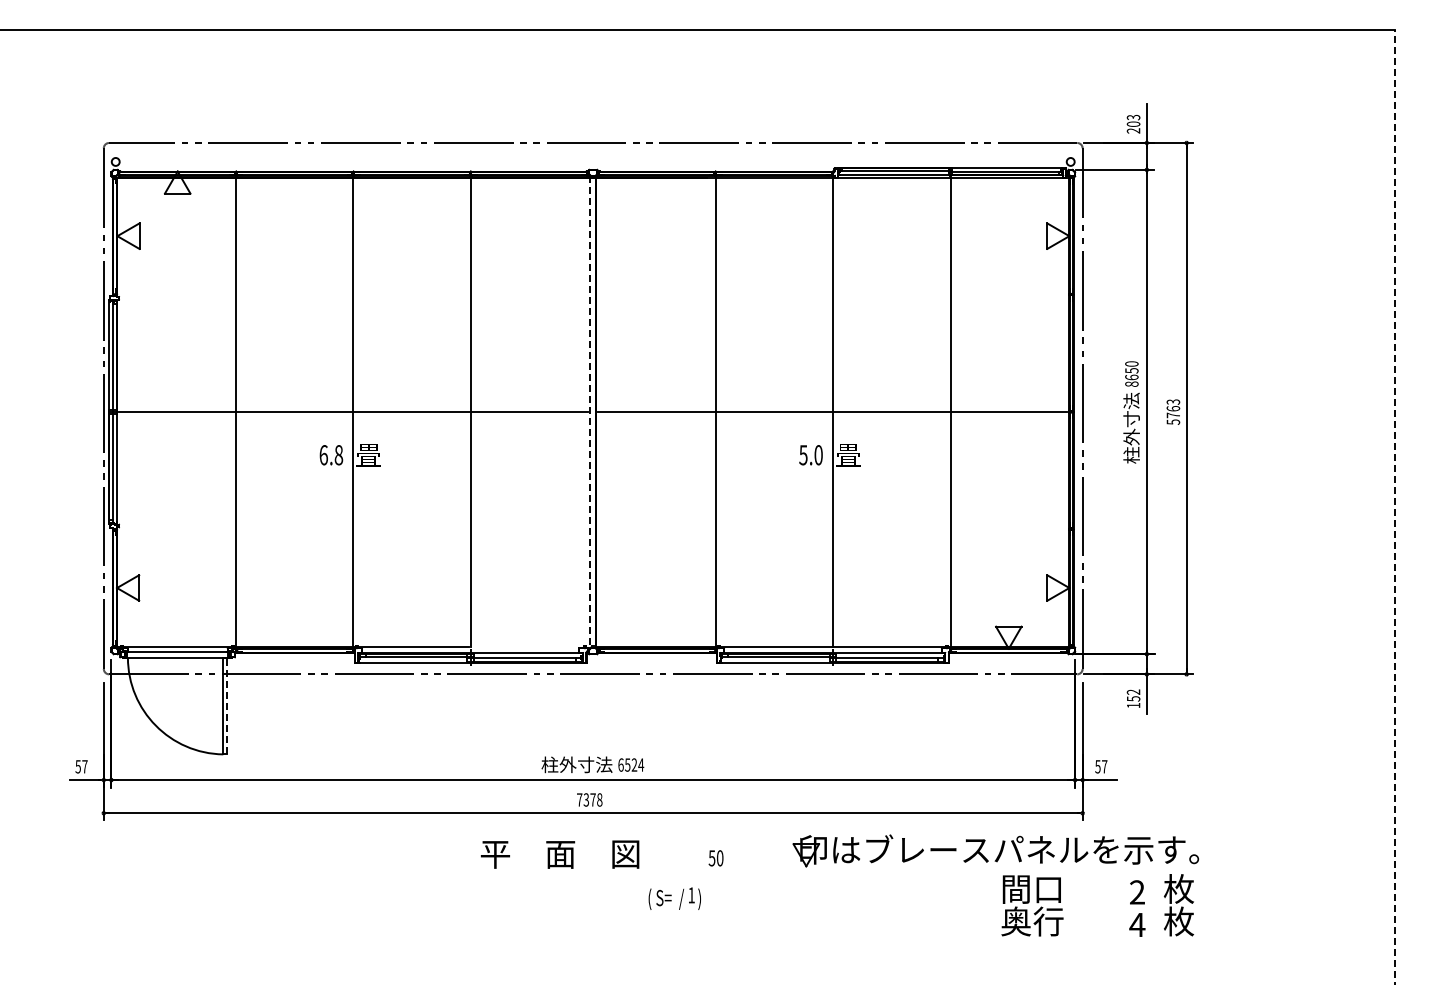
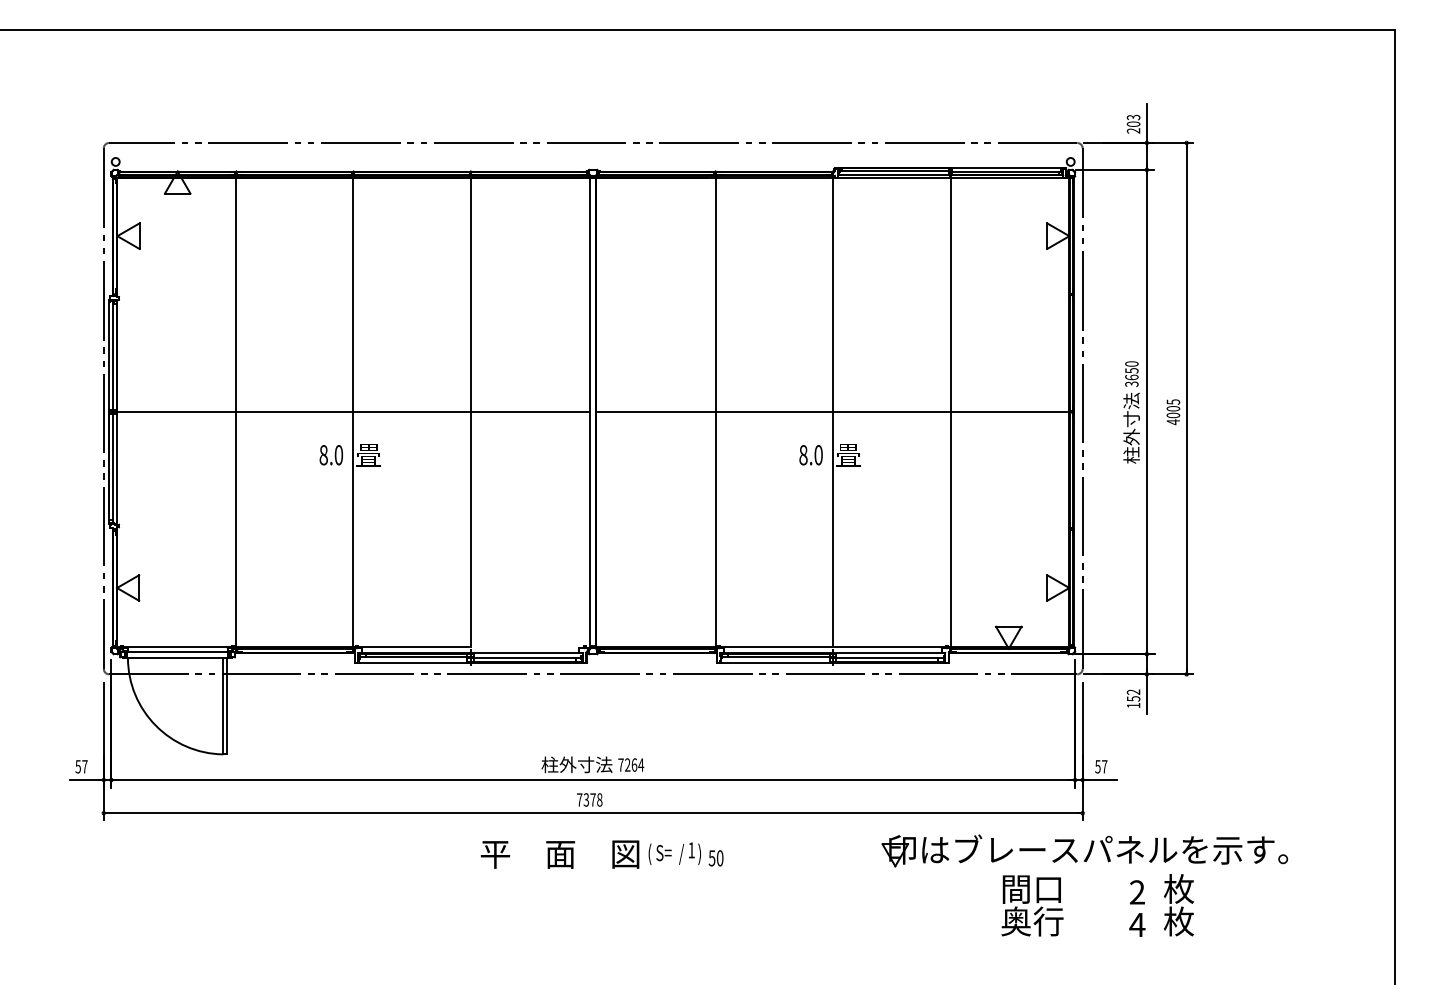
text at (1131, 383): 8650 -> 3650
line at (590, 412): dashed -> solid
text at (1173, 412): 5763 -> 4005
text at (331, 455): 6.8 -> 8.0
text at (803, 455): 5.0 -> 8.0
line at (1394, 506): dashed -> solid
line at (227, 705): dashed -> solid
text at (627, 764): 6524 -> 7264
part at (995, 850) position: (995, 850) -> (1084, 850)
text at (674, 898) position: (674, 898) -> (674, 853)
